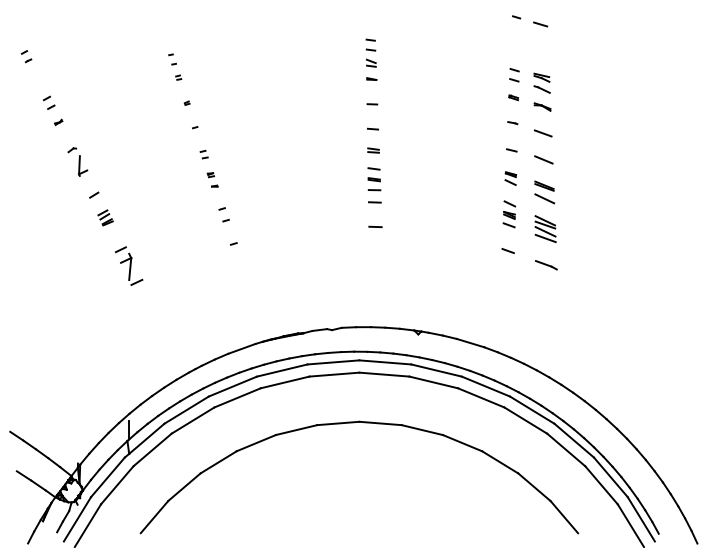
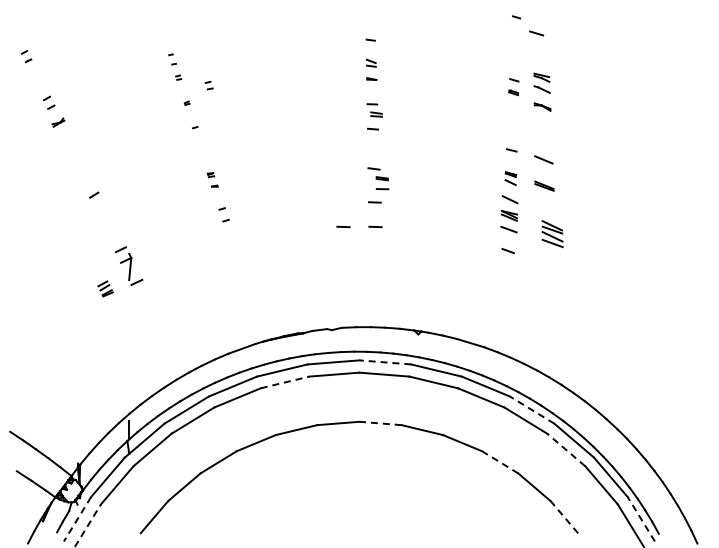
line at (540, 24) position: (540, 24) -> (536, 33)
line at (370, 49): present -> none
line at (514, 70): present -> none
part at (513, 97) position: (513, 97) -> (513, 92)
part at (58, 121) size: 10x8 px -> 15x11 px
part at (512, 123): present -> none
line at (543, 133): present -> none
part at (373, 150) position: (373, 150) -> (376, 114)
part at (203, 154) position: (203, 154) -> (208, 85)
part at (77, 161): present -> none
part at (374, 184) position: (374, 184) -> (382, 183)
line at (544, 198): present -> none
part at (509, 214) size: 15x29 px -> 19x39 px
part at (105, 217) position: (105, 217) -> (105, 288)
line at (343, 226): none -> present
part at (545, 228) position: (545, 228) -> (552, 233)
line at (233, 243): present -> none
line at (546, 265): present -> none
line at (384, 362): solid -> dashed
line at (285, 382): solid -> dashed
line at (531, 409): solid -> dashed
line at (380, 423): solid -> dashed
line at (565, 449): solid -> dashed
line at (499, 462): solid -> dashed
line at (563, 516): solid -> dashed
line at (641, 518): solid -> dashed
line at (77, 519): solid -> dashed
line at (88, 525): solid -> dashed
